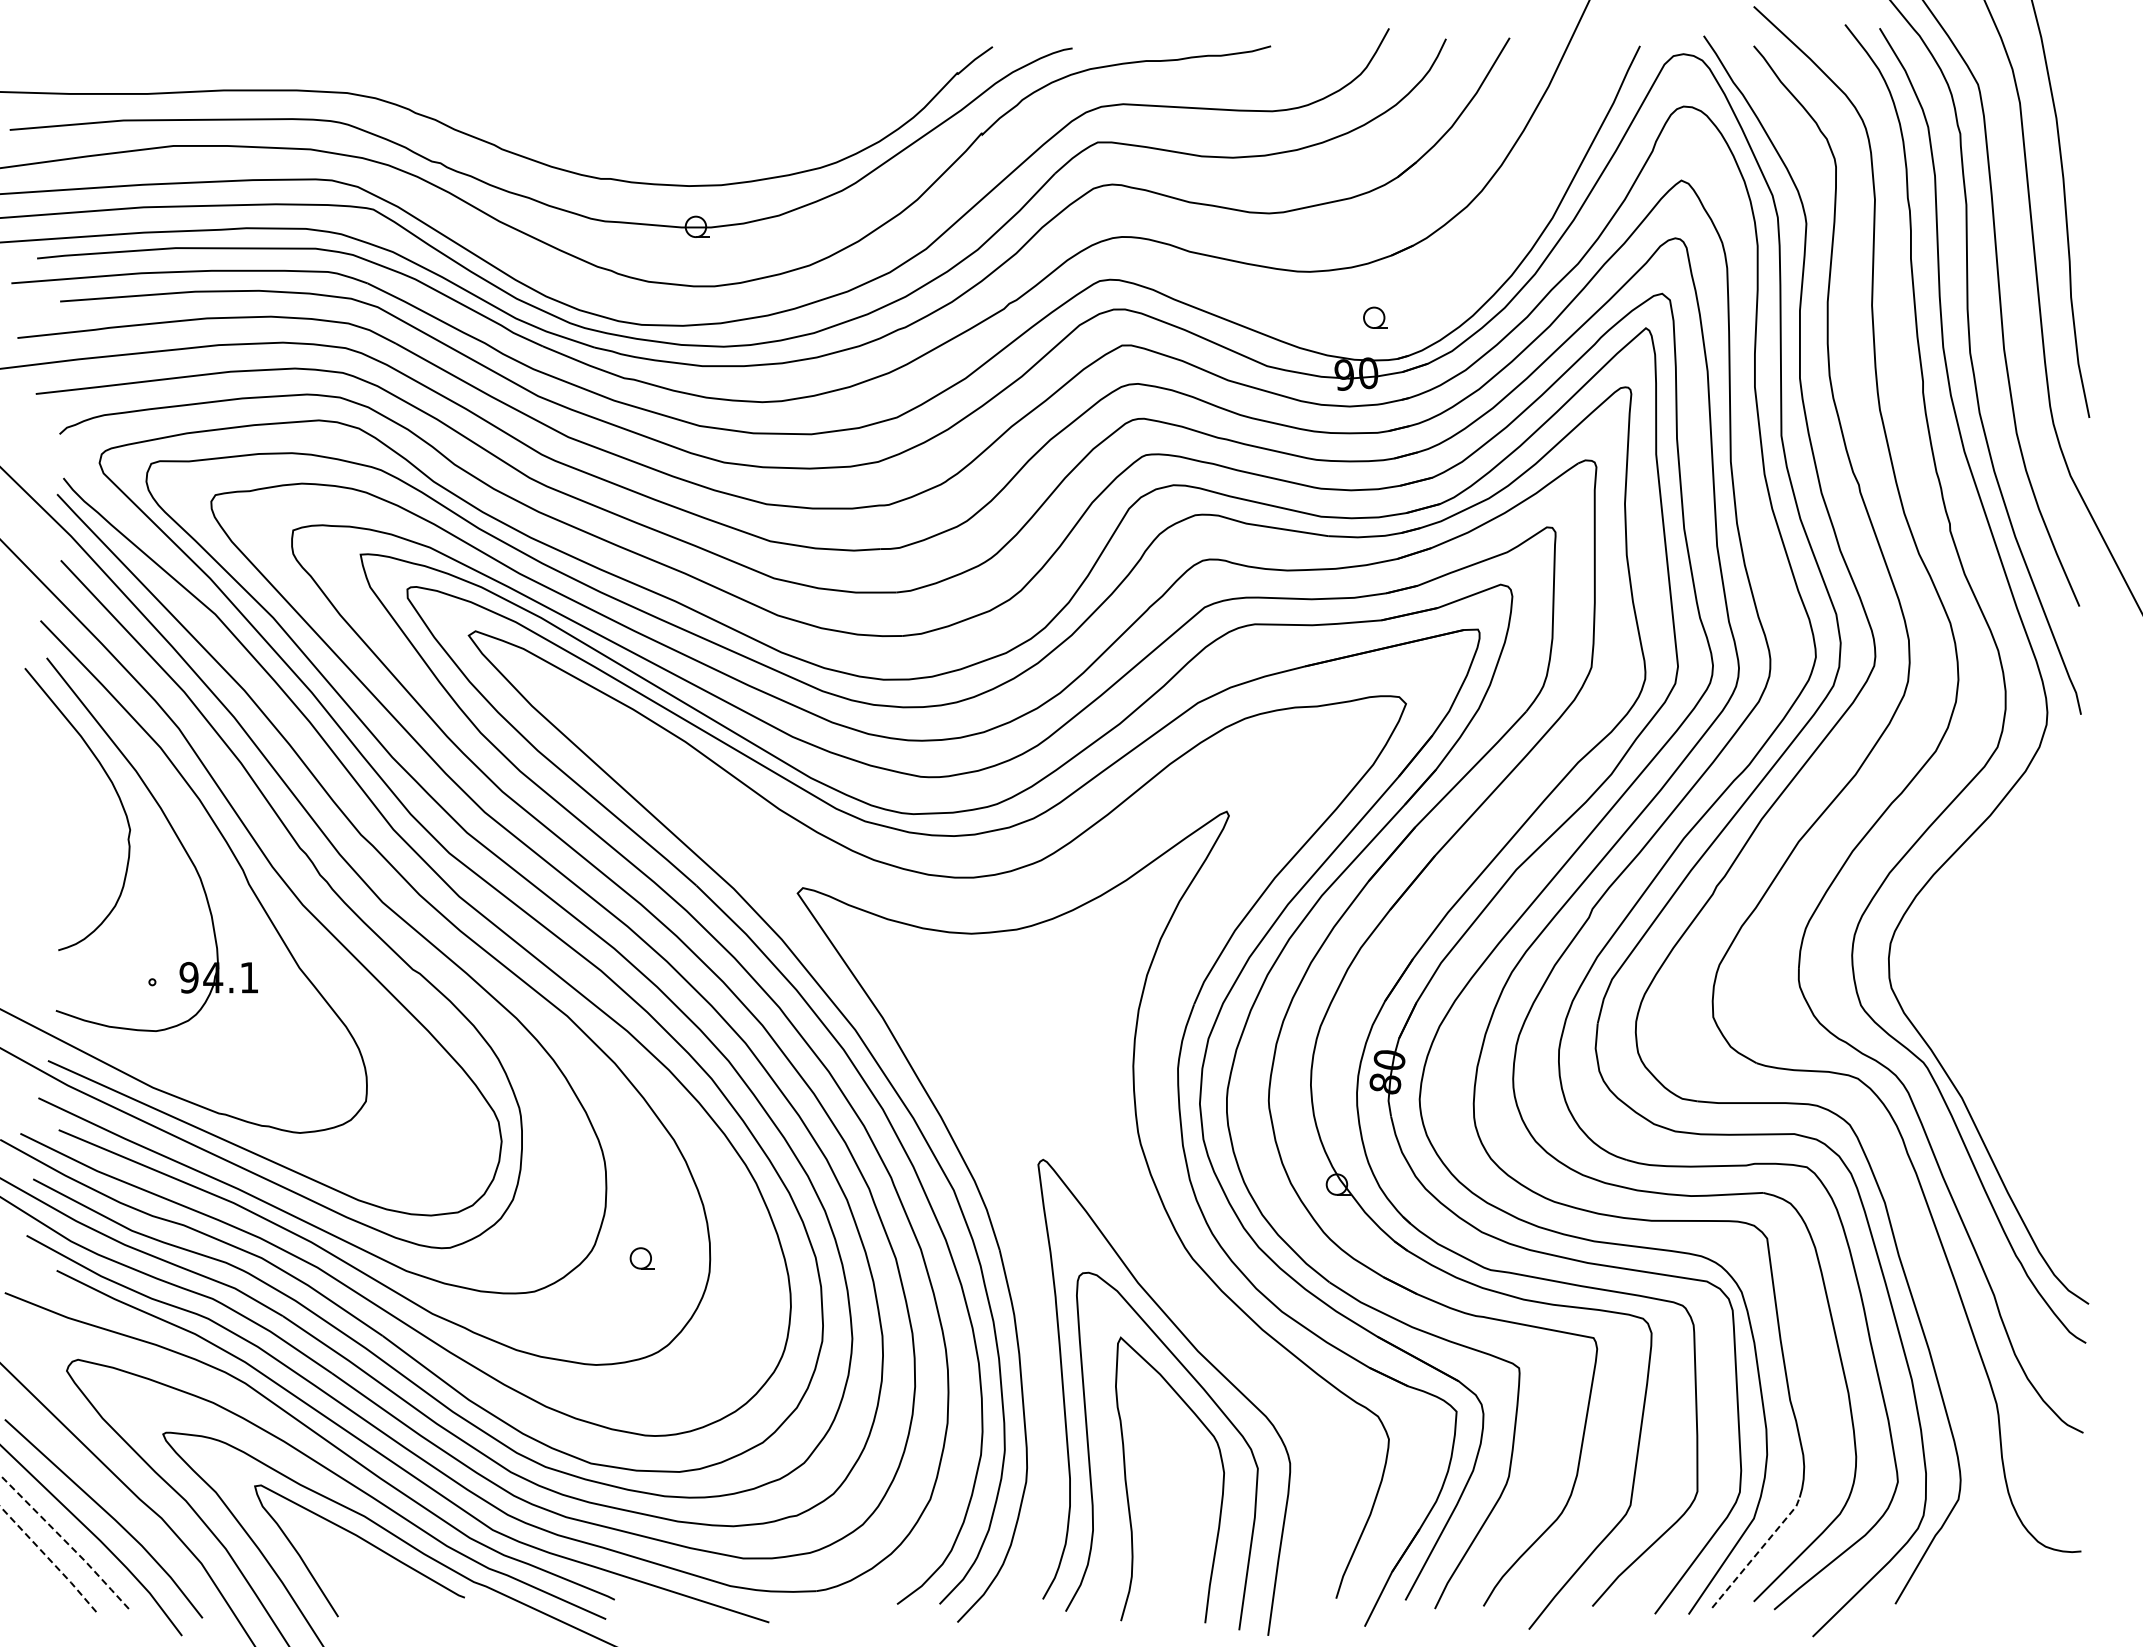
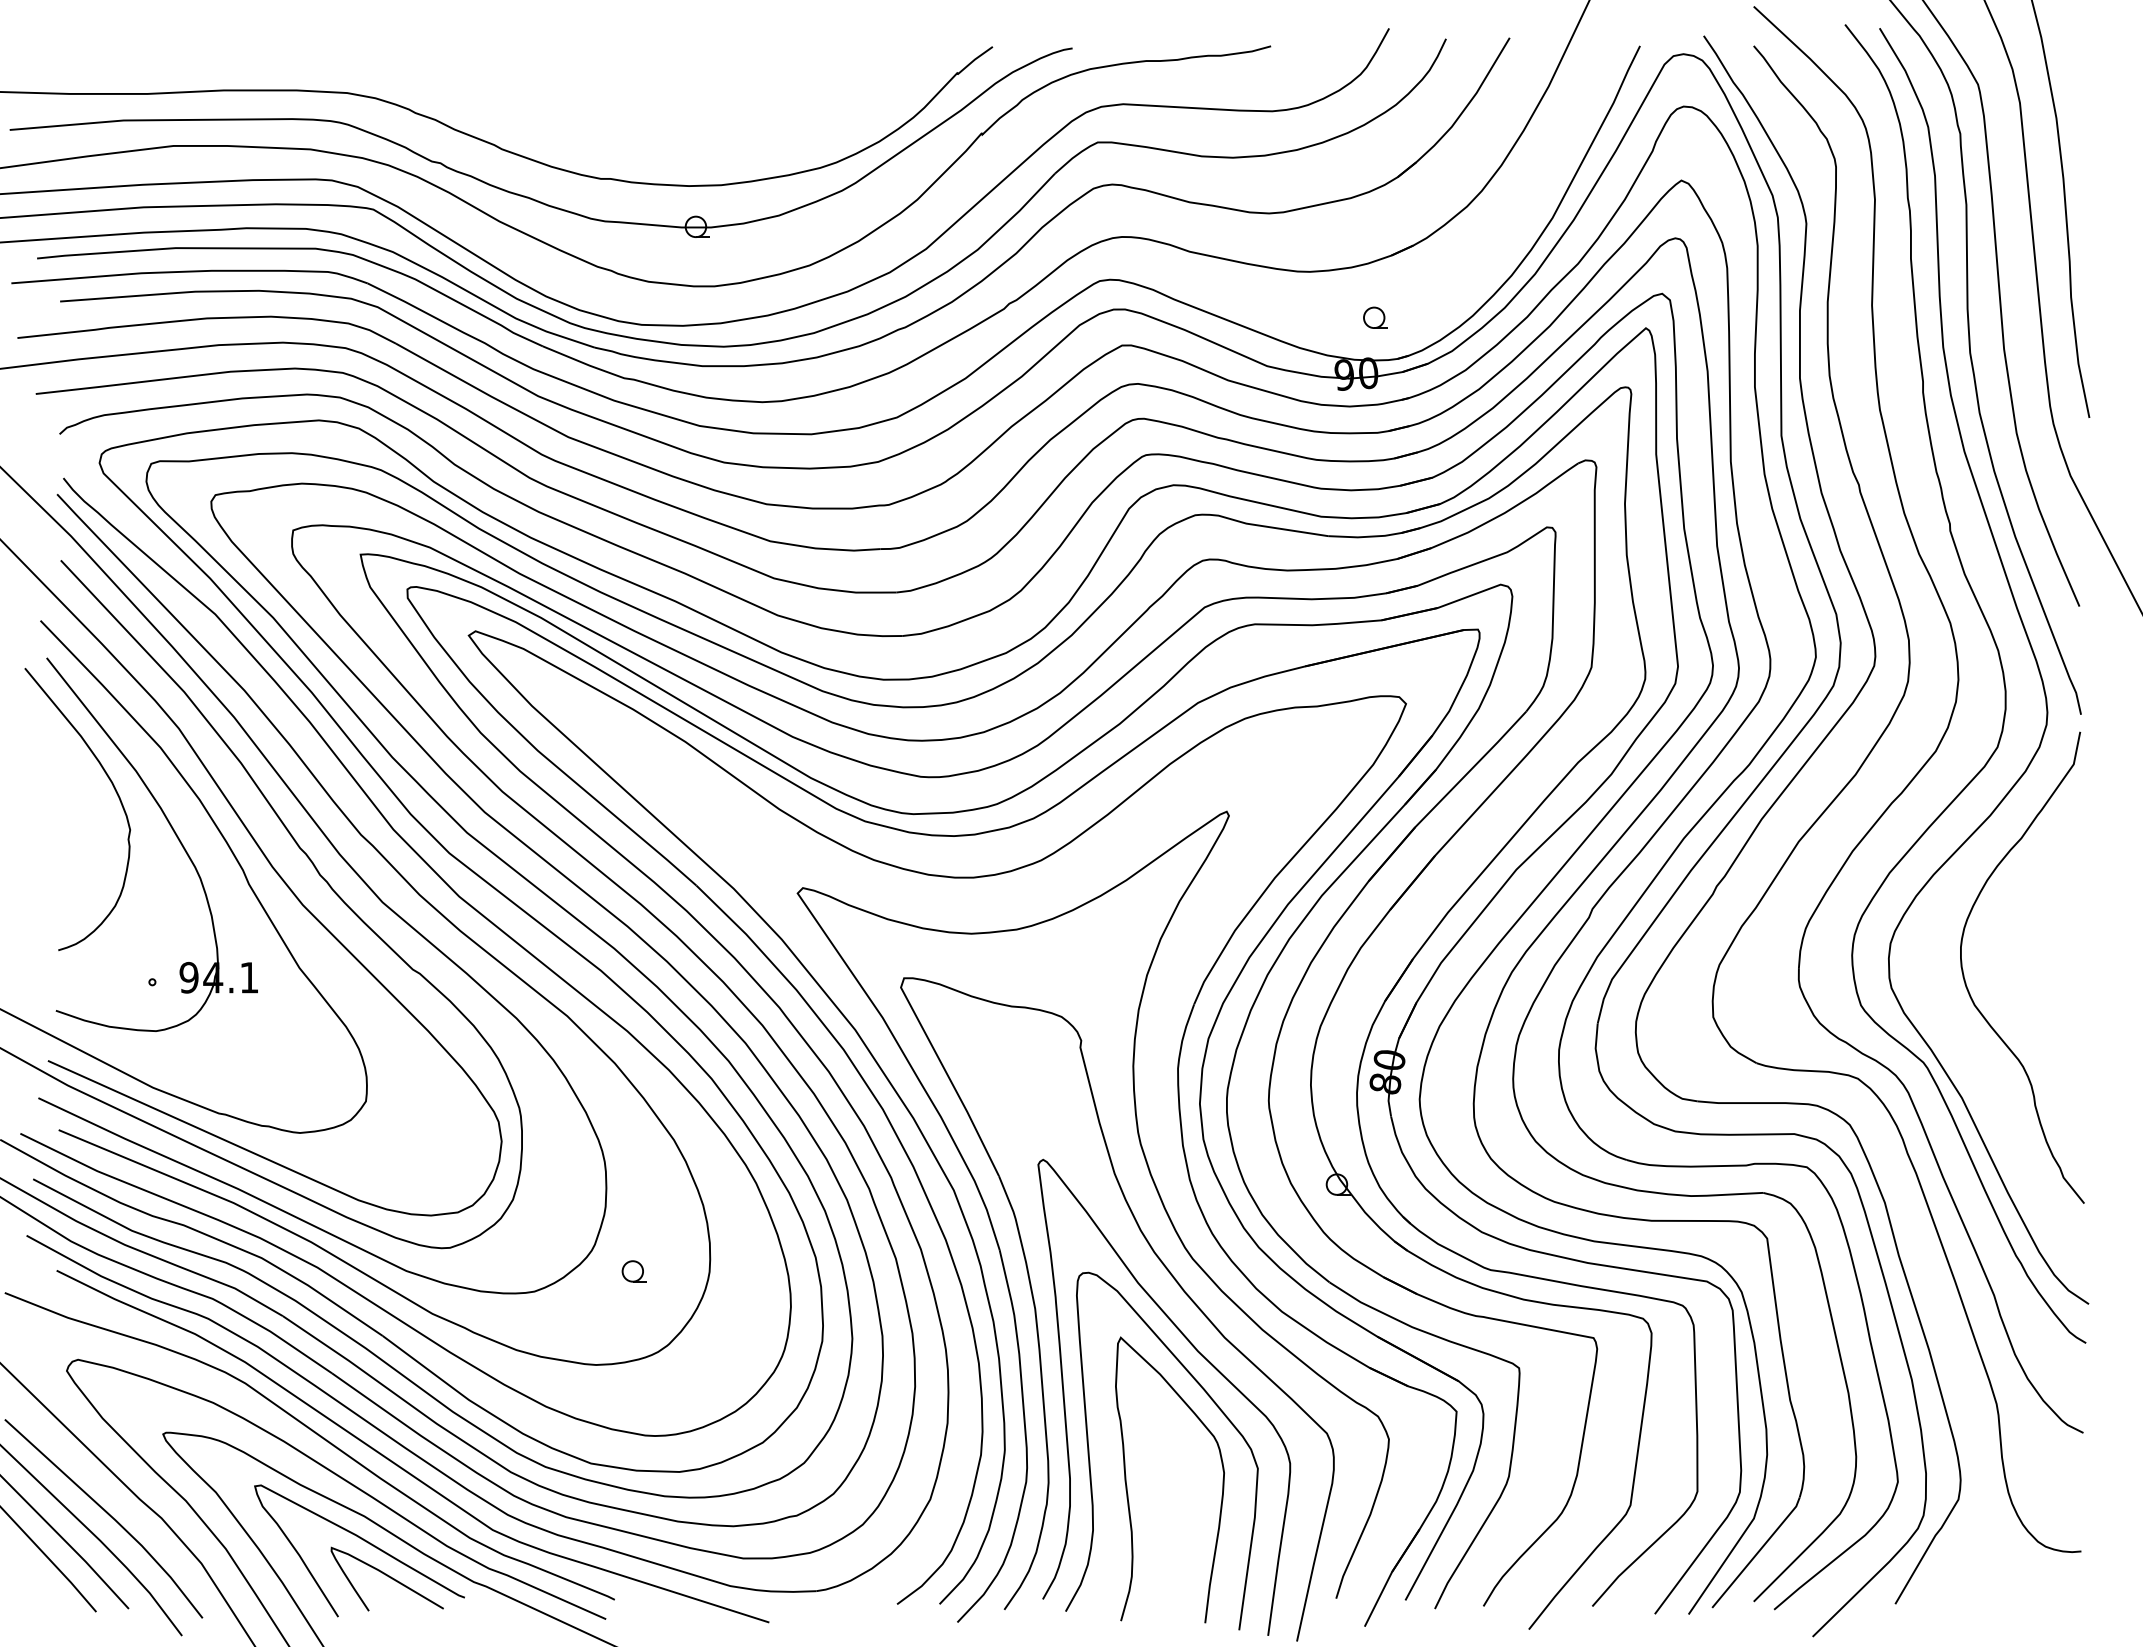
curve at (1968, 988): none -> present
part at (641, 1258) position: (641, 1258) -> (633, 1271)
part at (1167, 1271): none -> present
line at (66, 1541): dashed -> solid
line at (1757, 1553): dashed -> solid
line at (48, 1558): dashed -> solid
curve at (387, 1576): none -> present
